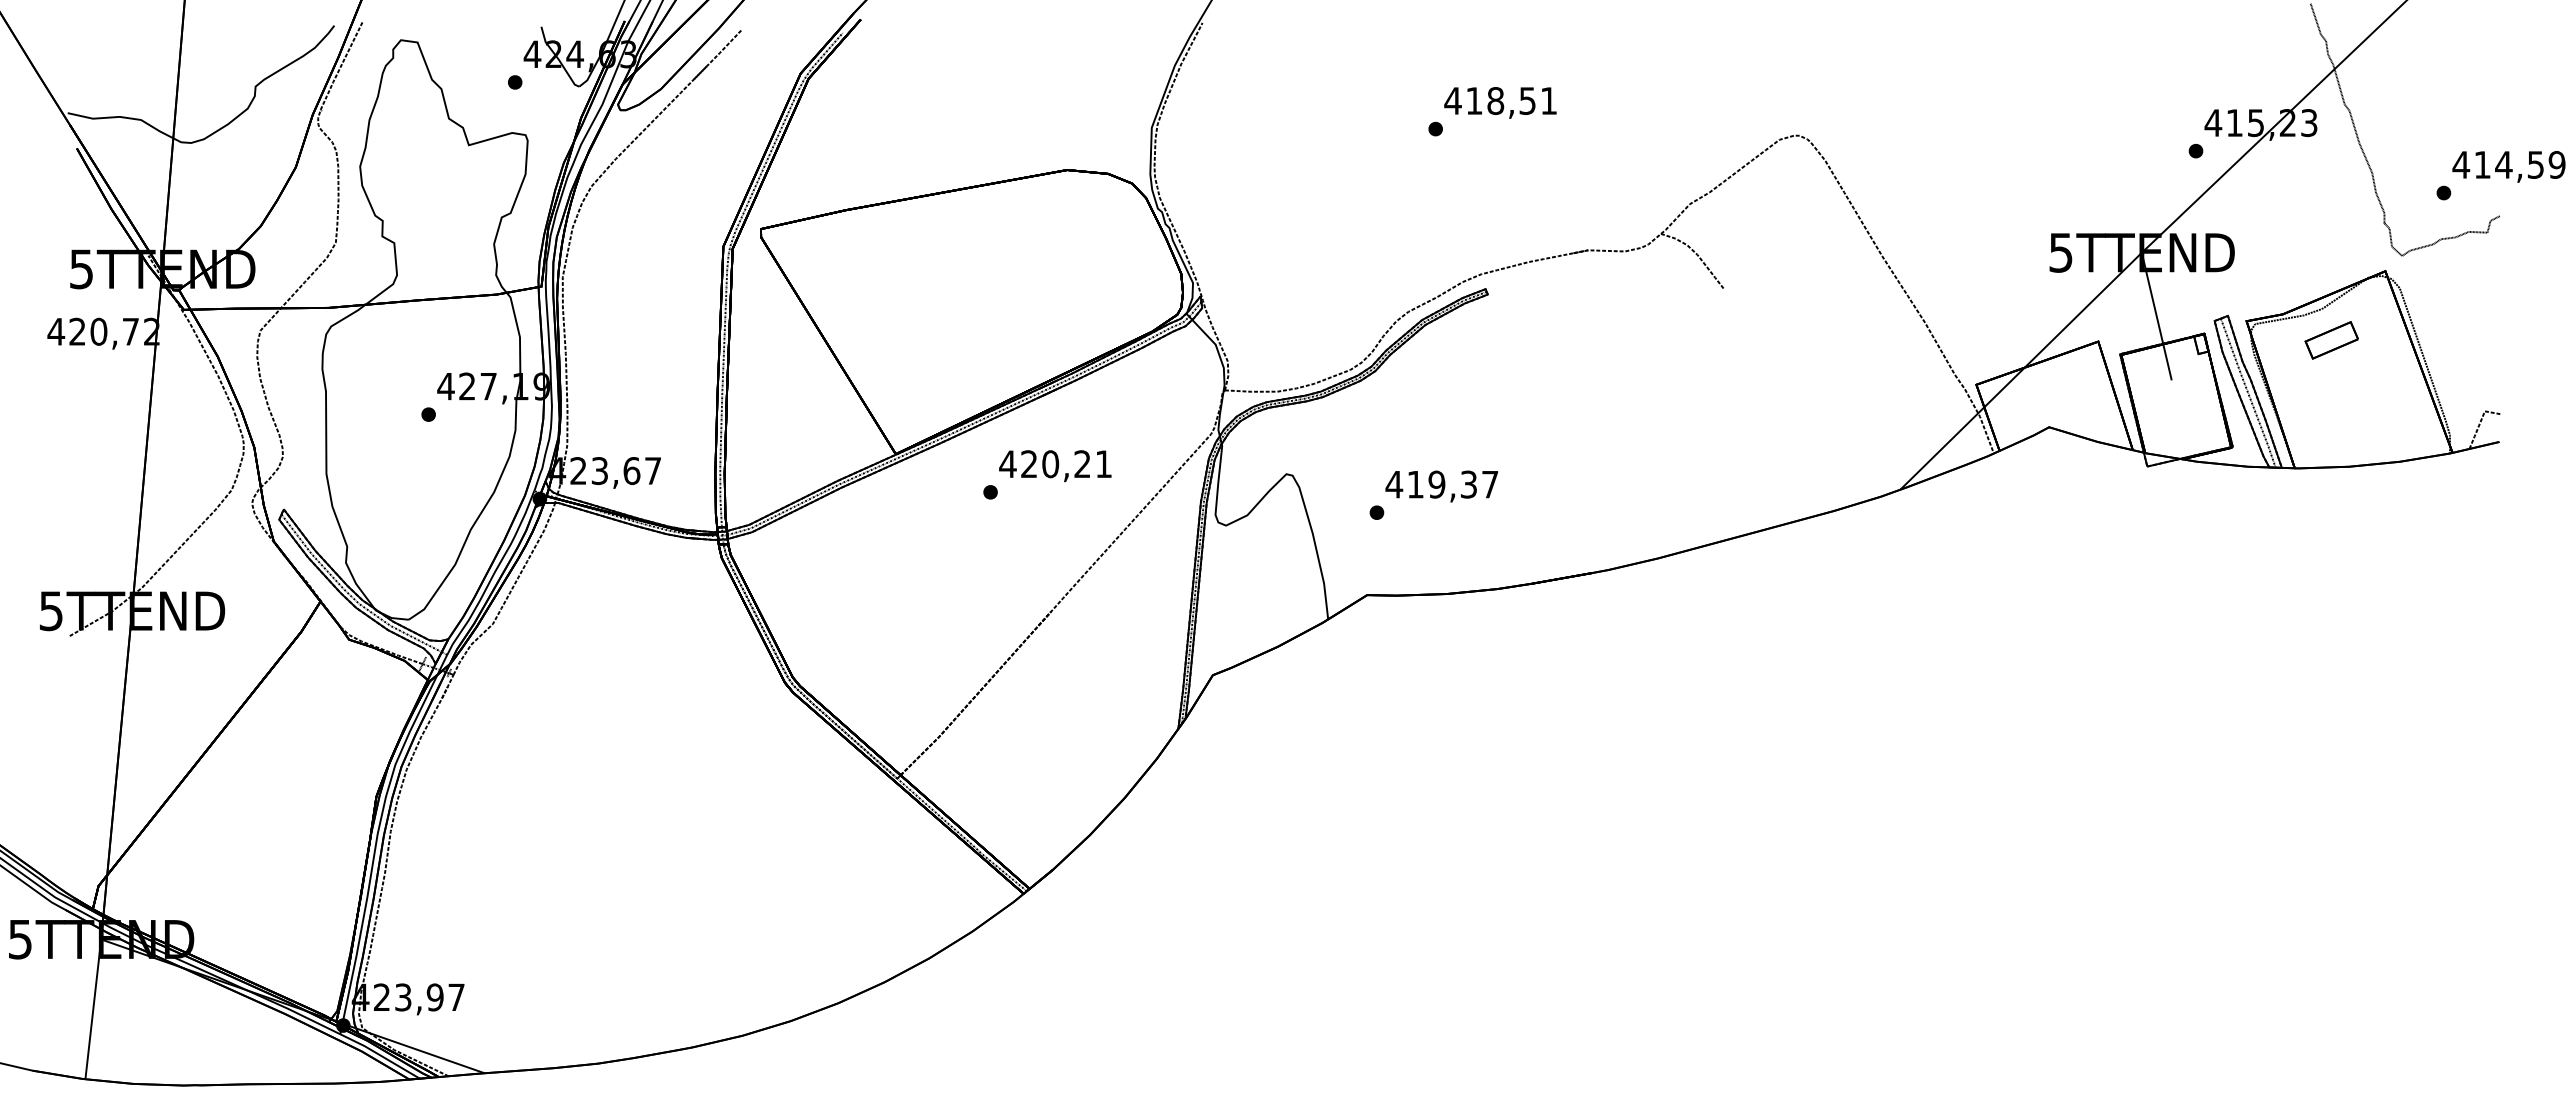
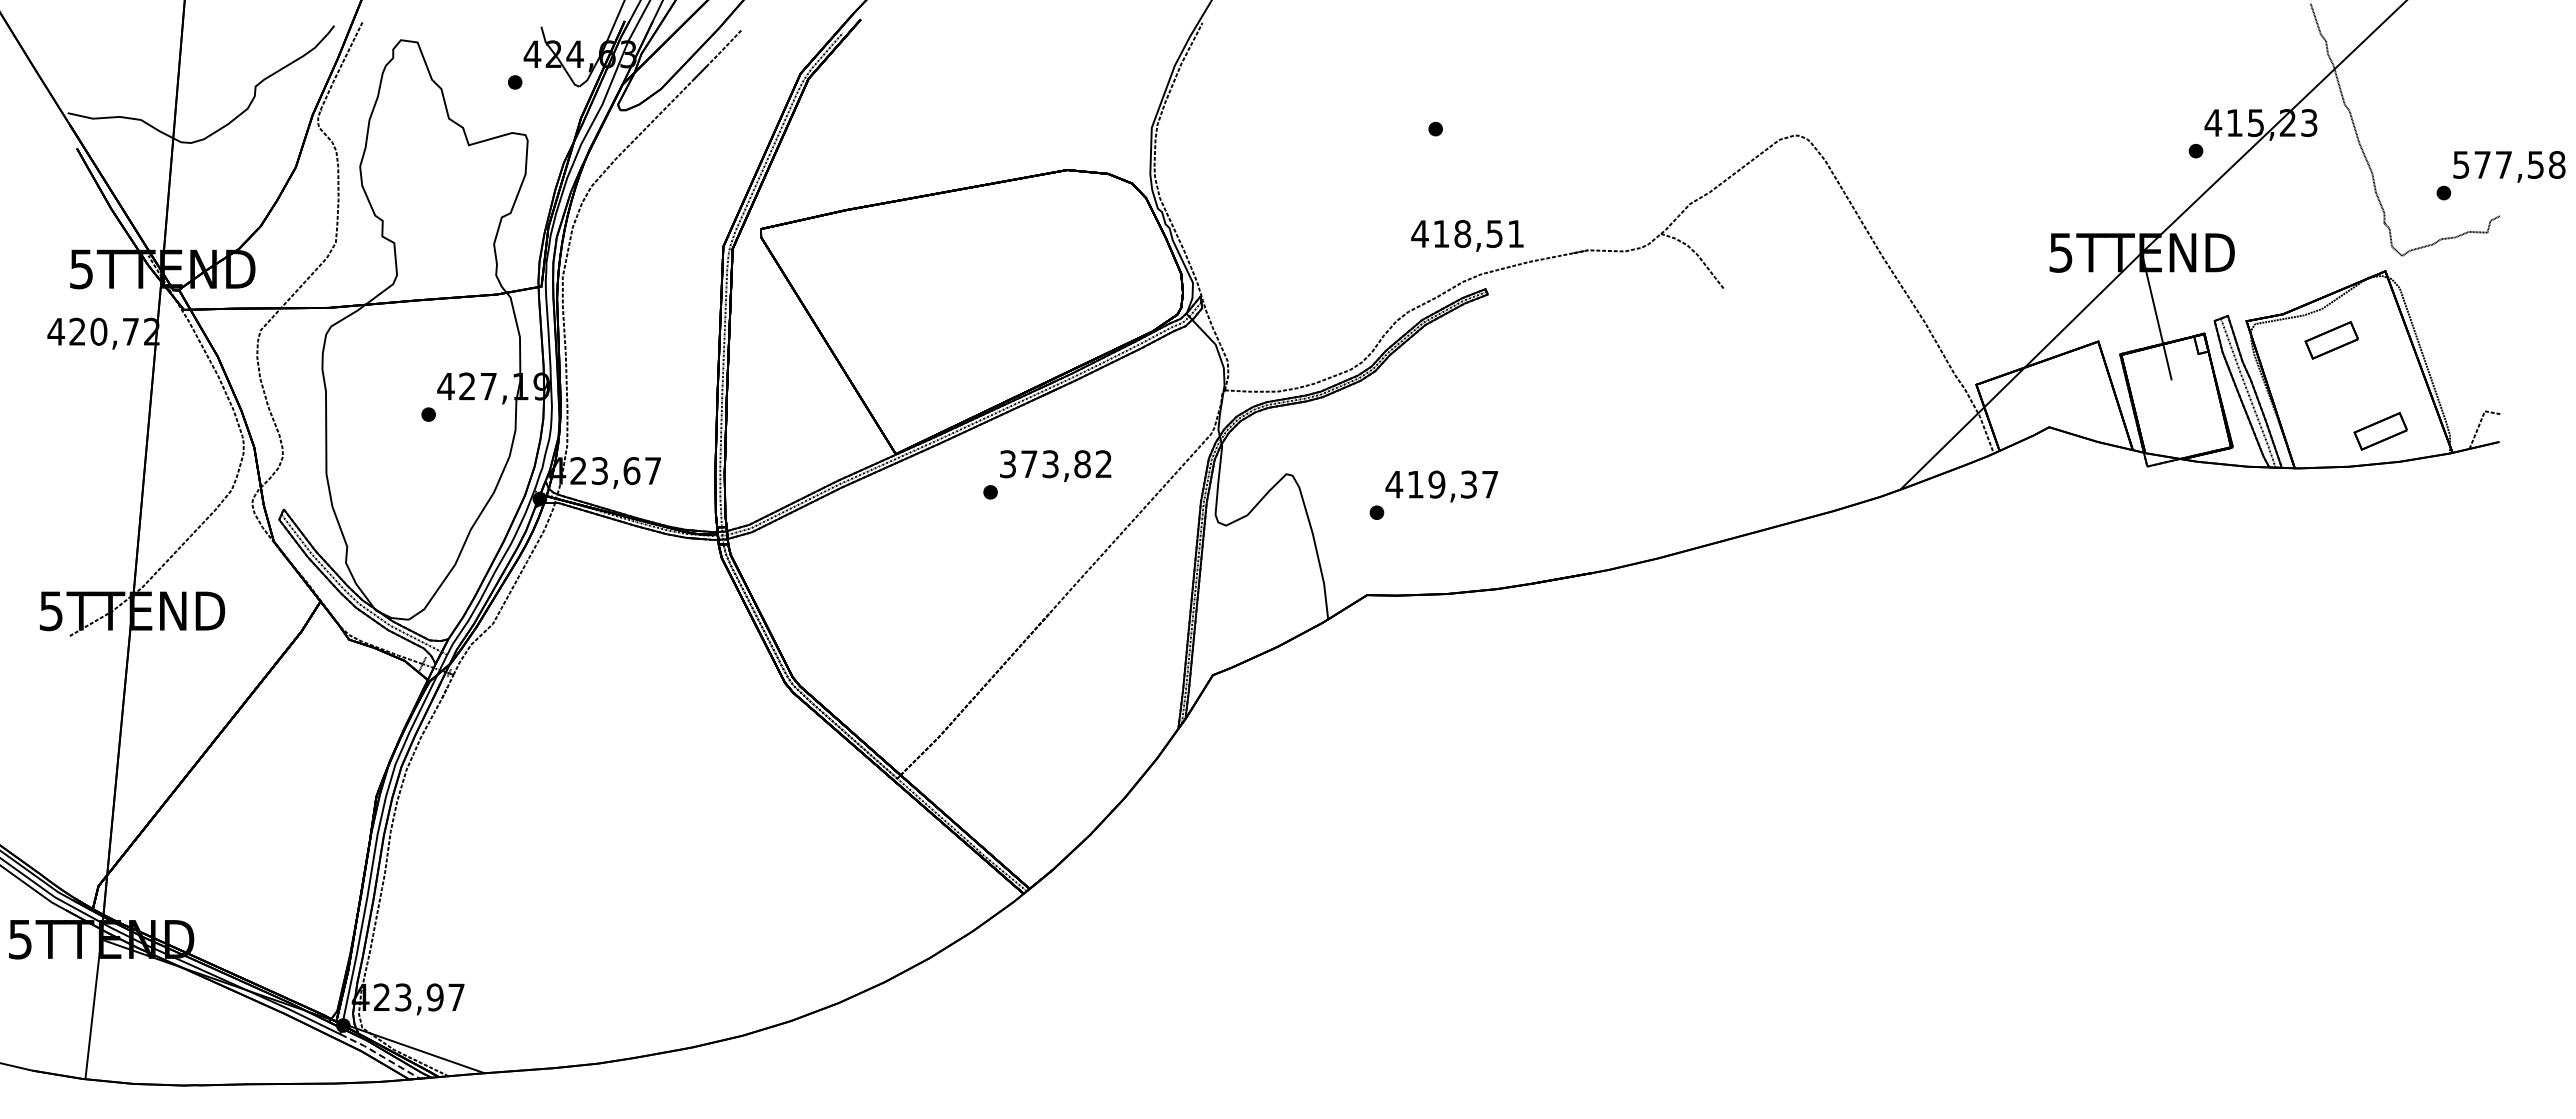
text at (1500, 102) position: (1500, 102) -> (1467, 235)
text at (2508, 164): 414,59 -> 577,58
part at (2380, 431): none -> present
text at (1055, 464): 420,21 -> 373,82
line at (380, 1055): solid -> dashed
